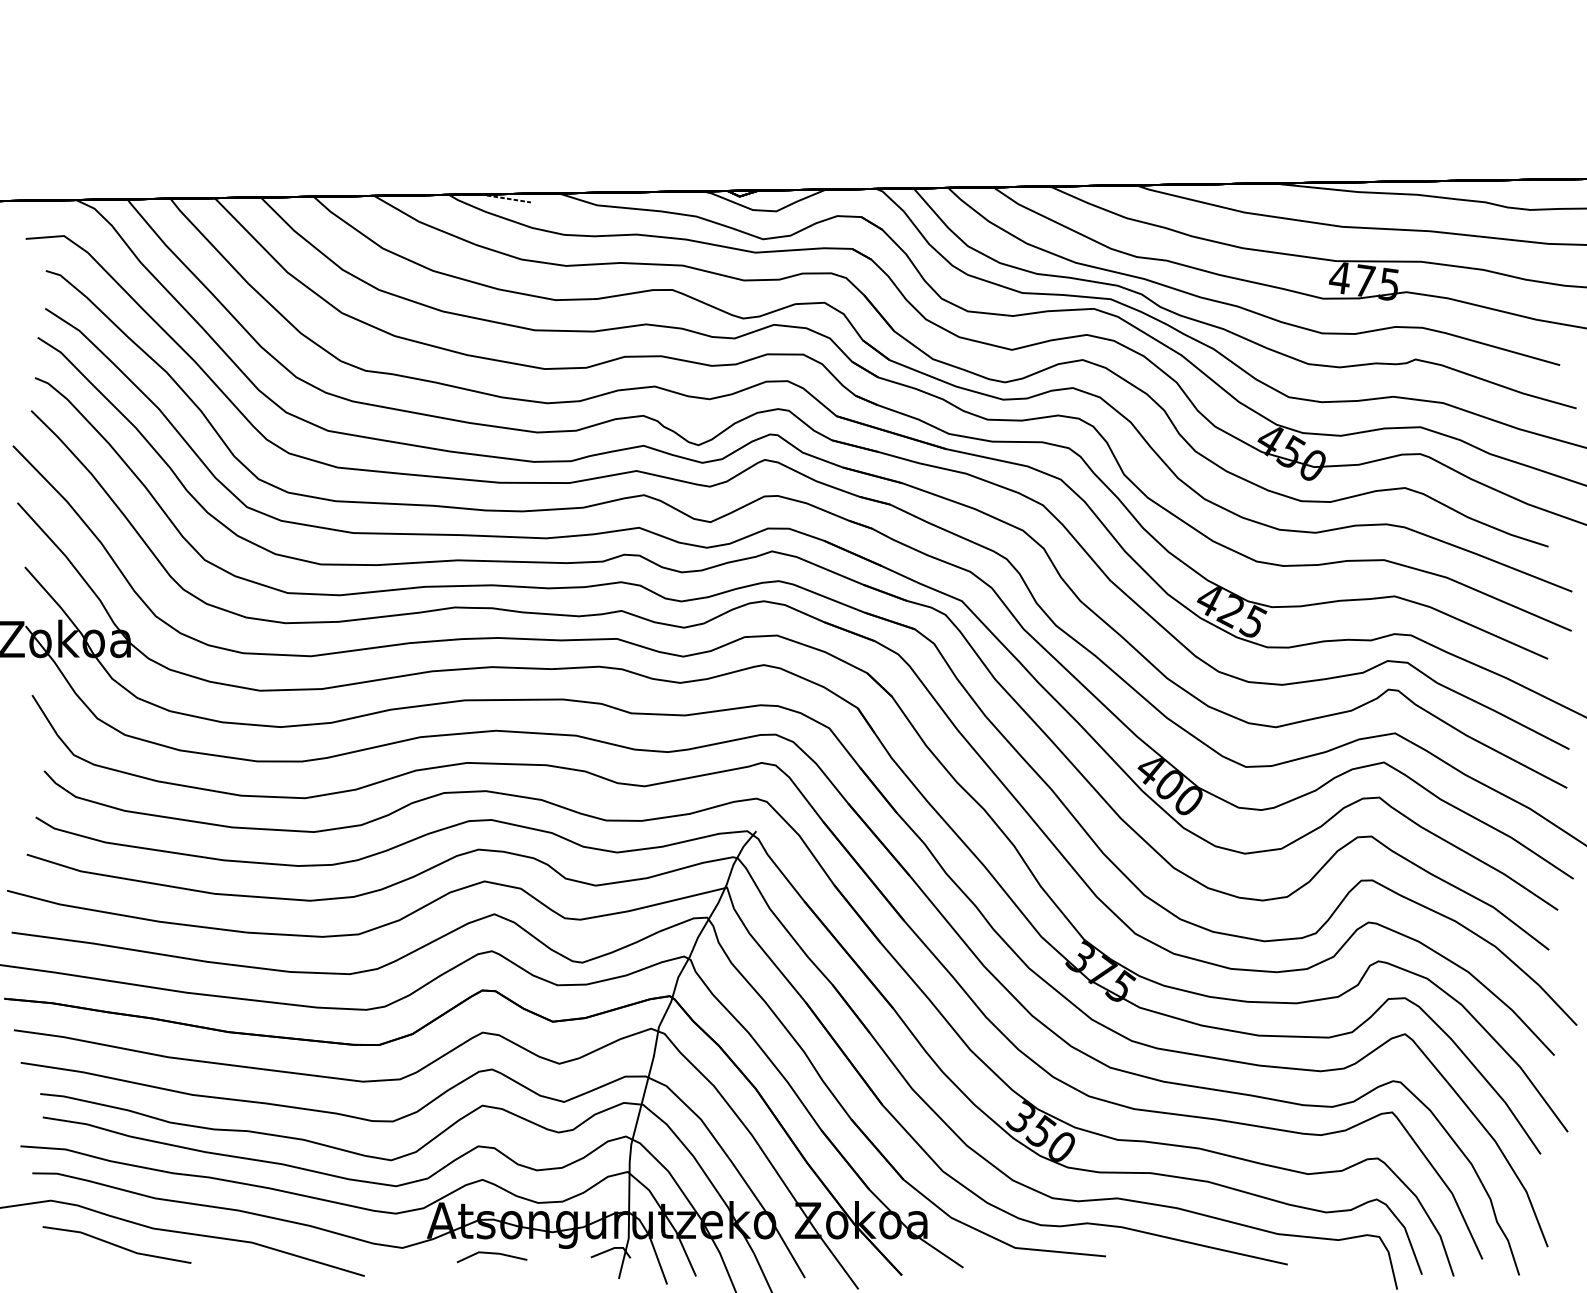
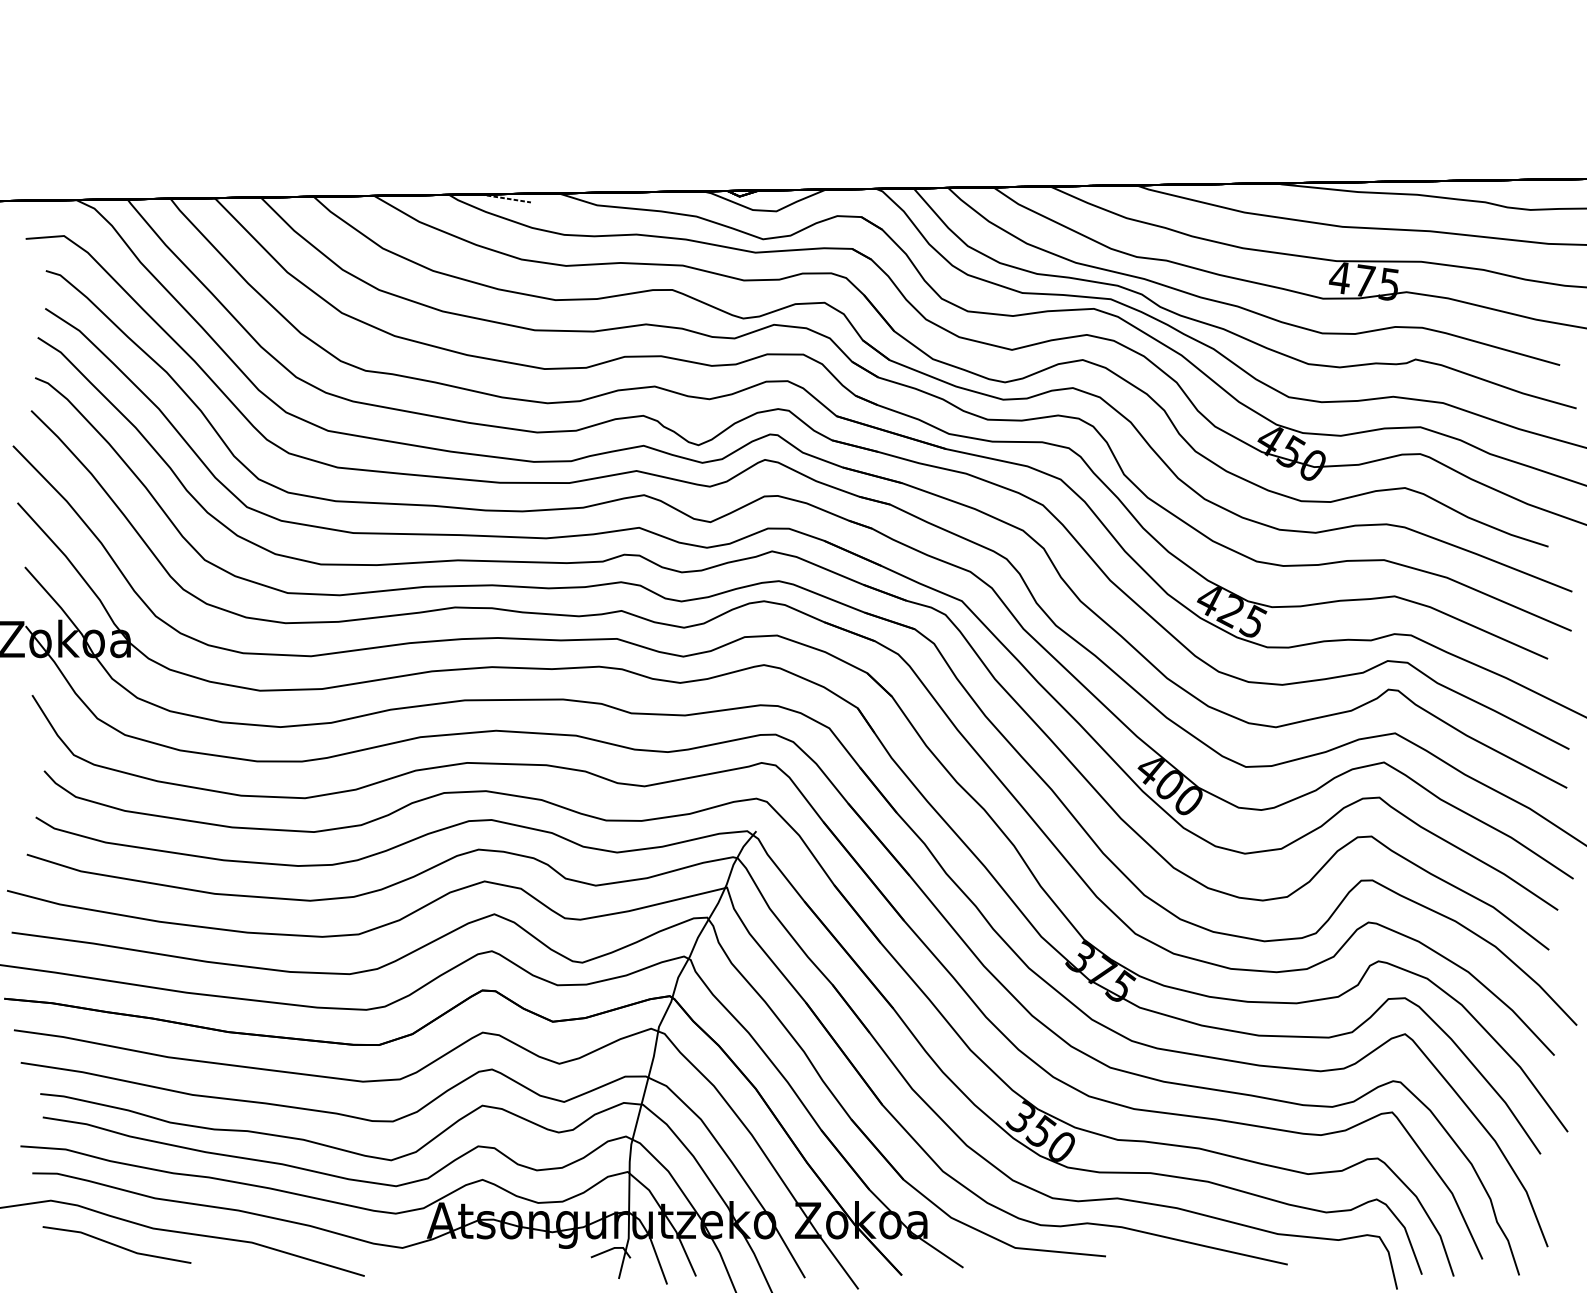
line at (491, 1254): present -> none
